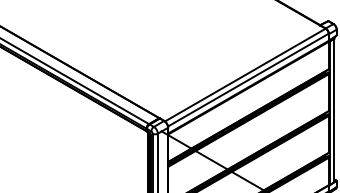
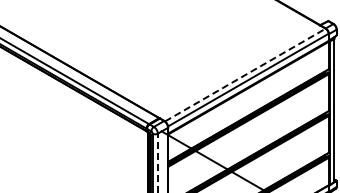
line at (245, 75): solid -> dashed
line at (157, 162): solid -> dashed
